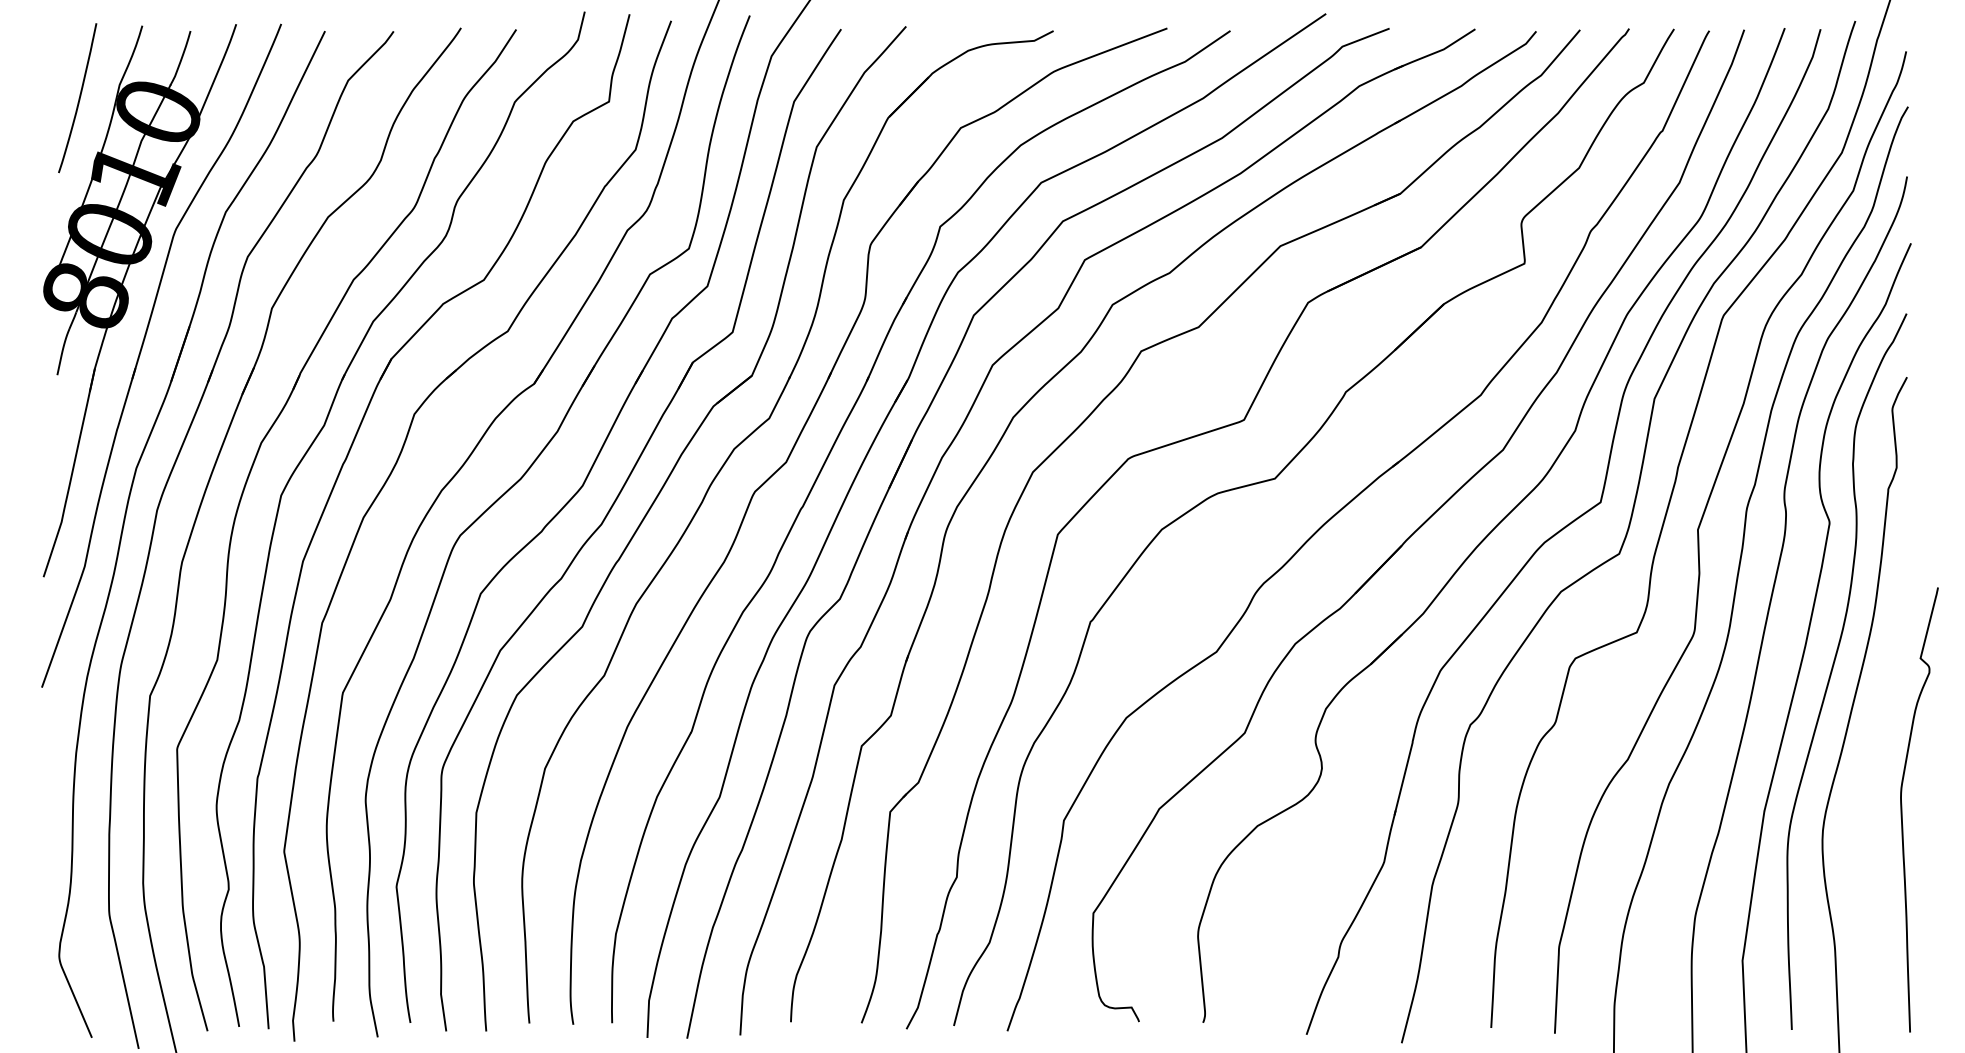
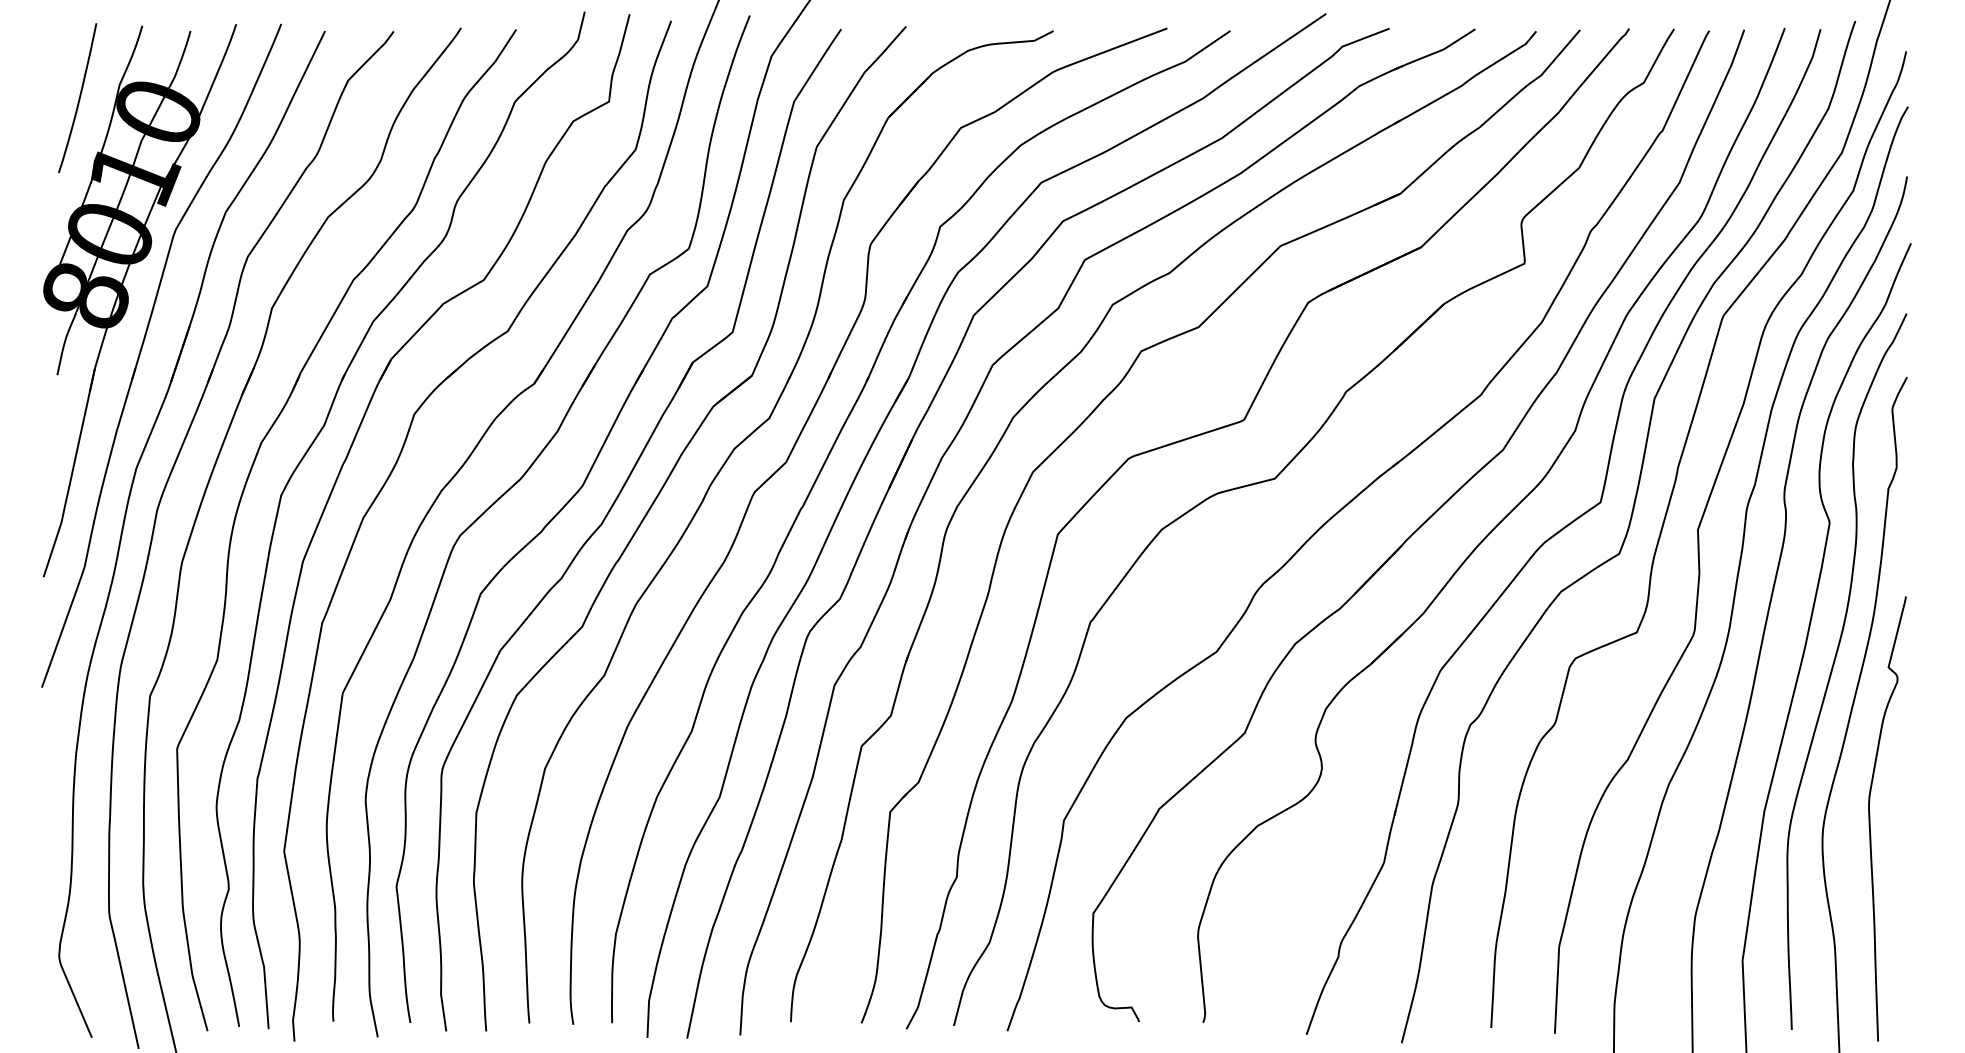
curve at (1902, 809) position: (1902, 809) -> (1870, 818)
